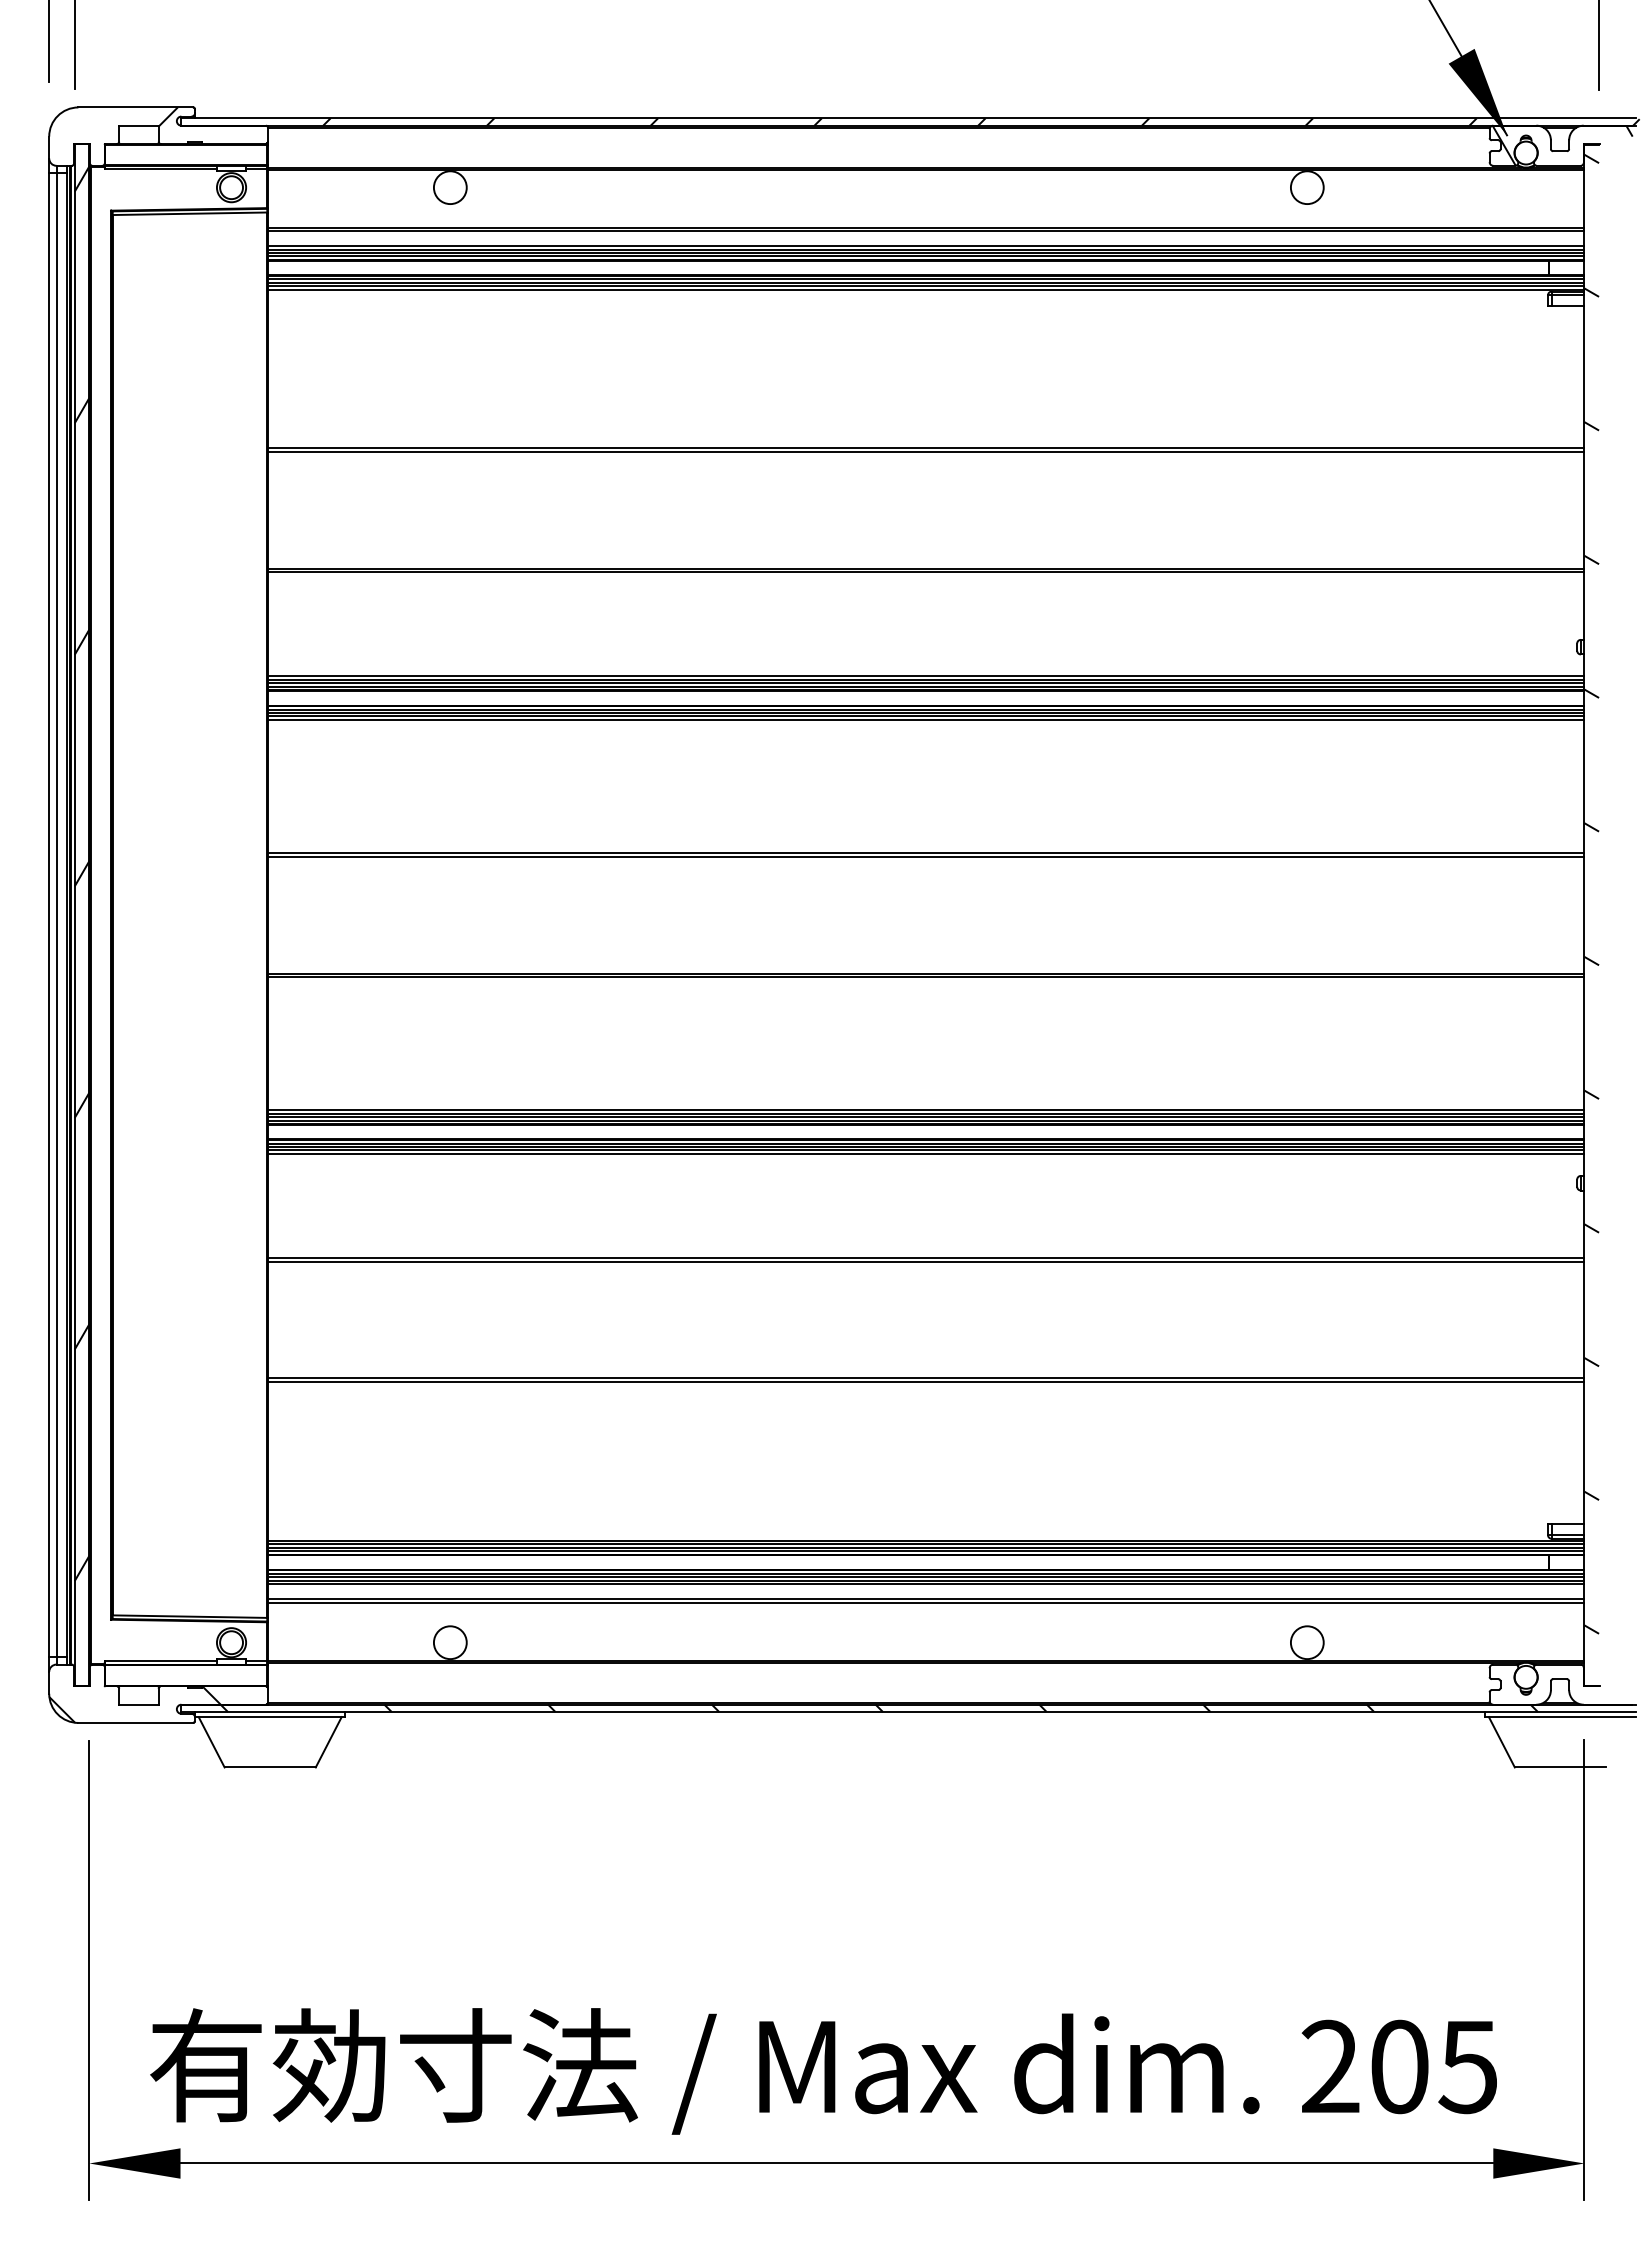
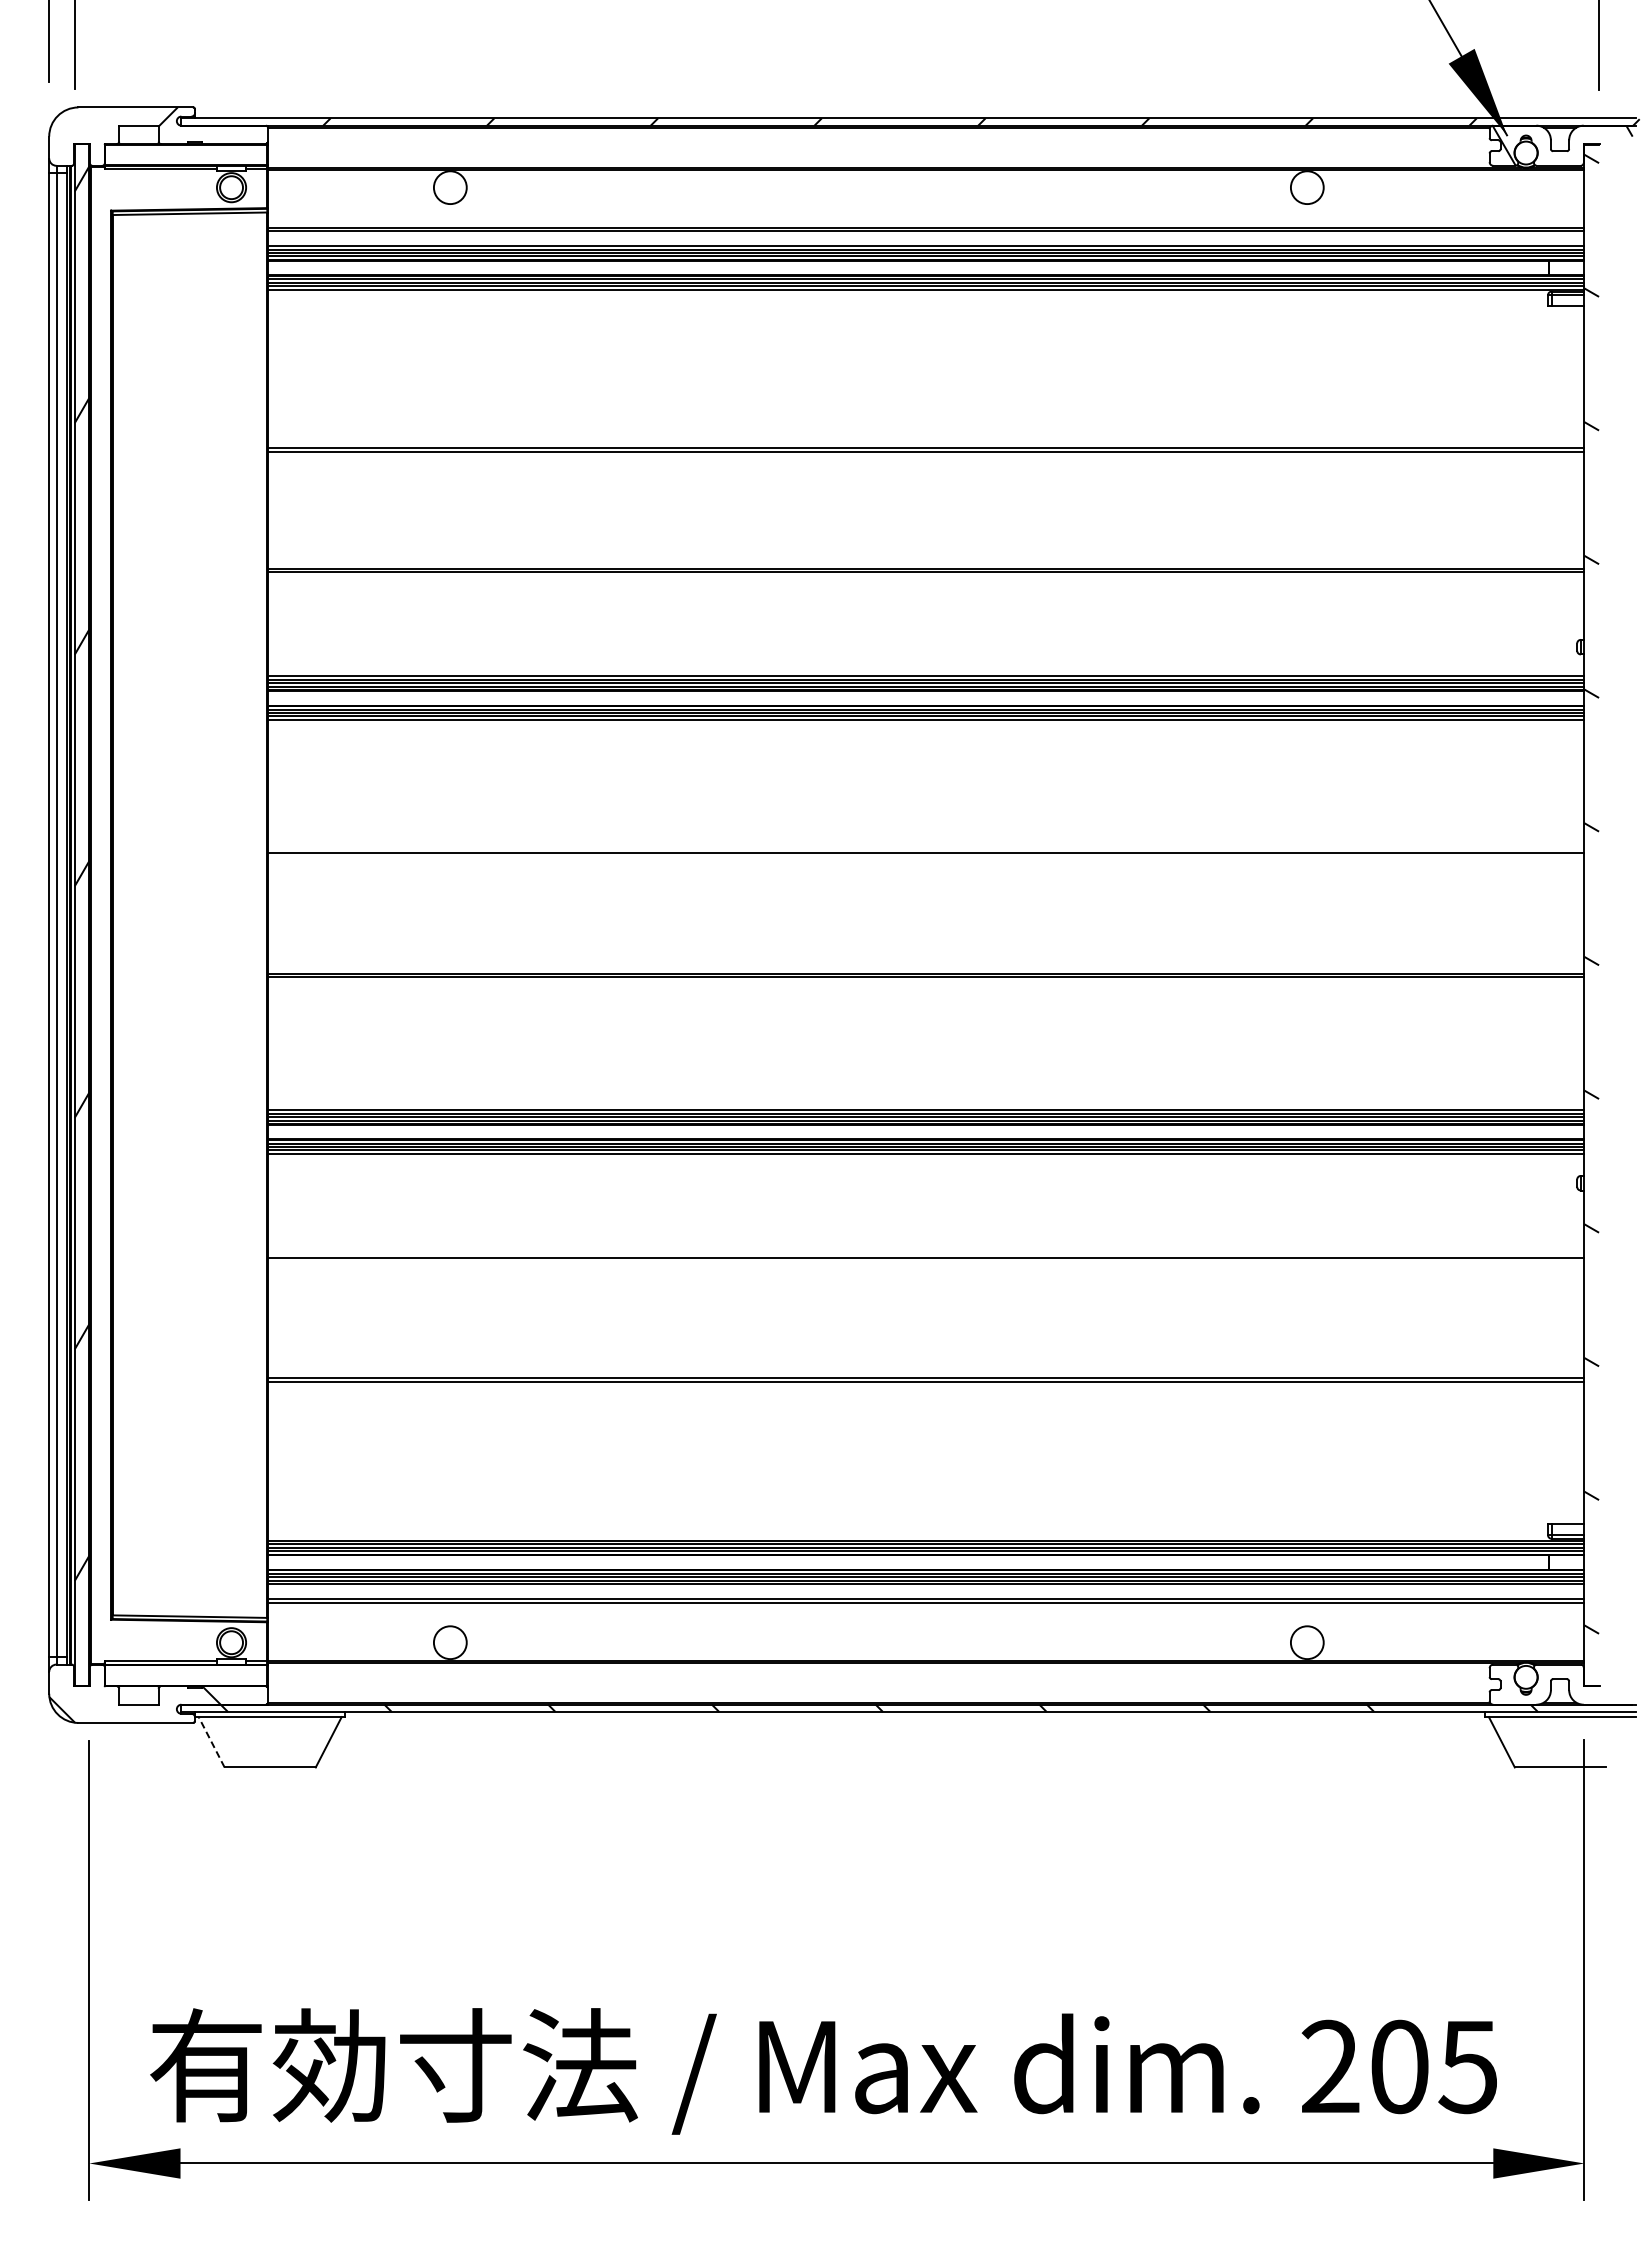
line at (926, 856): present -> none
line at (926, 1261): present -> none
line at (211, 1741): solid -> dashed
